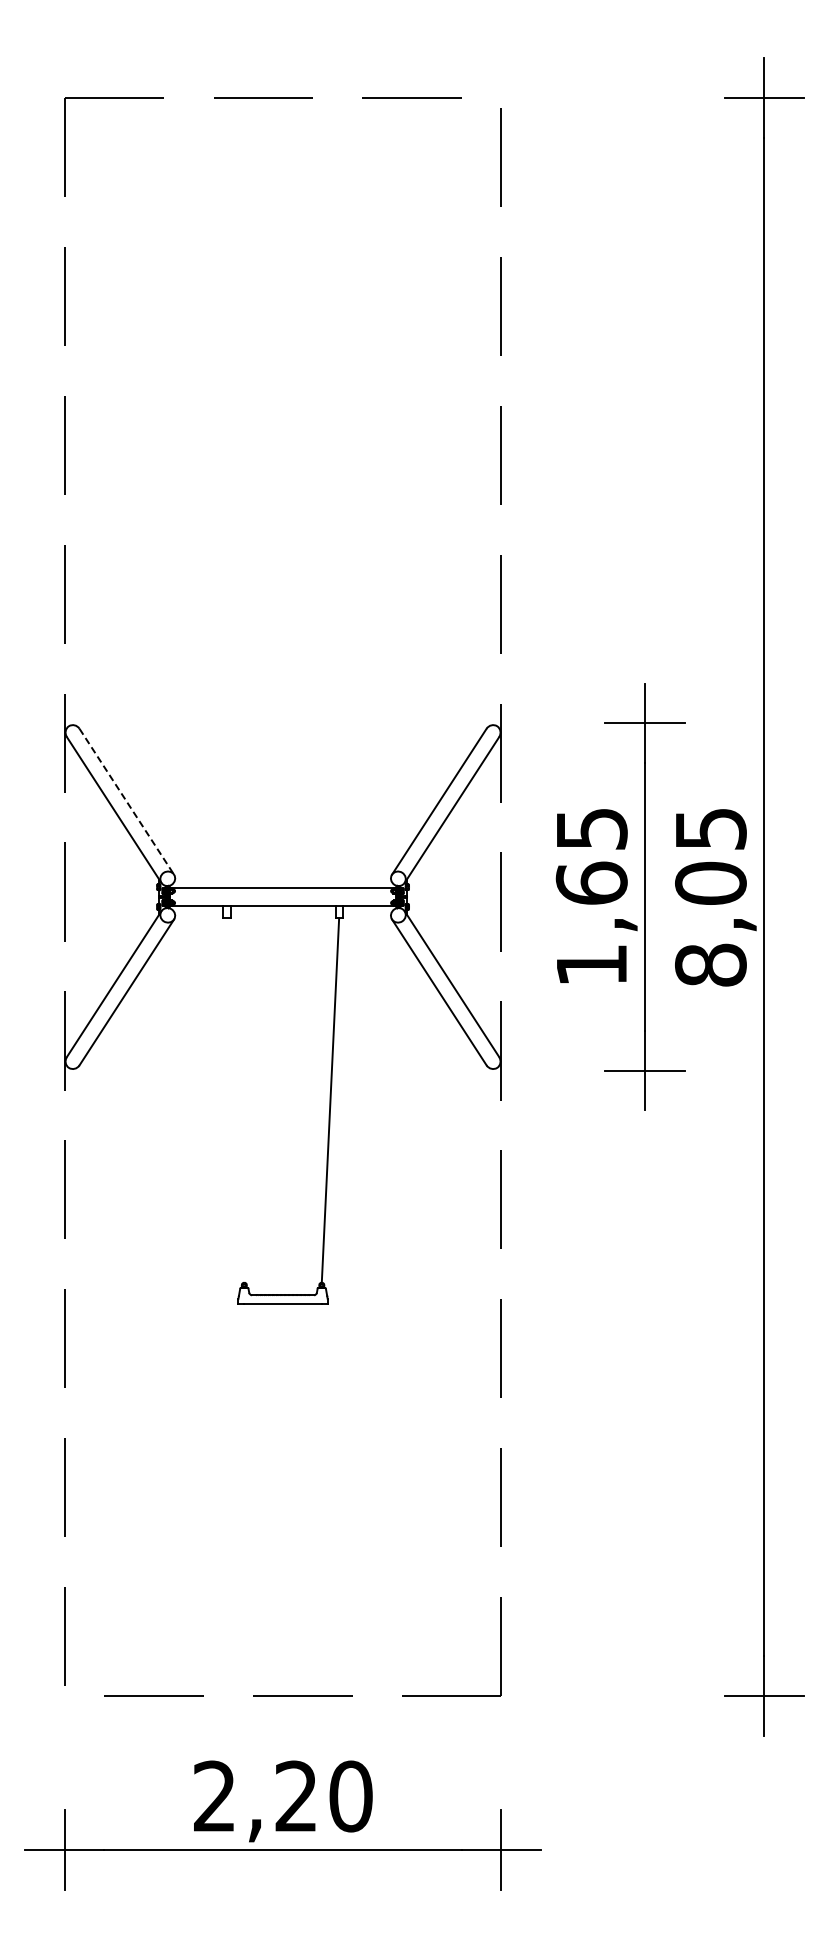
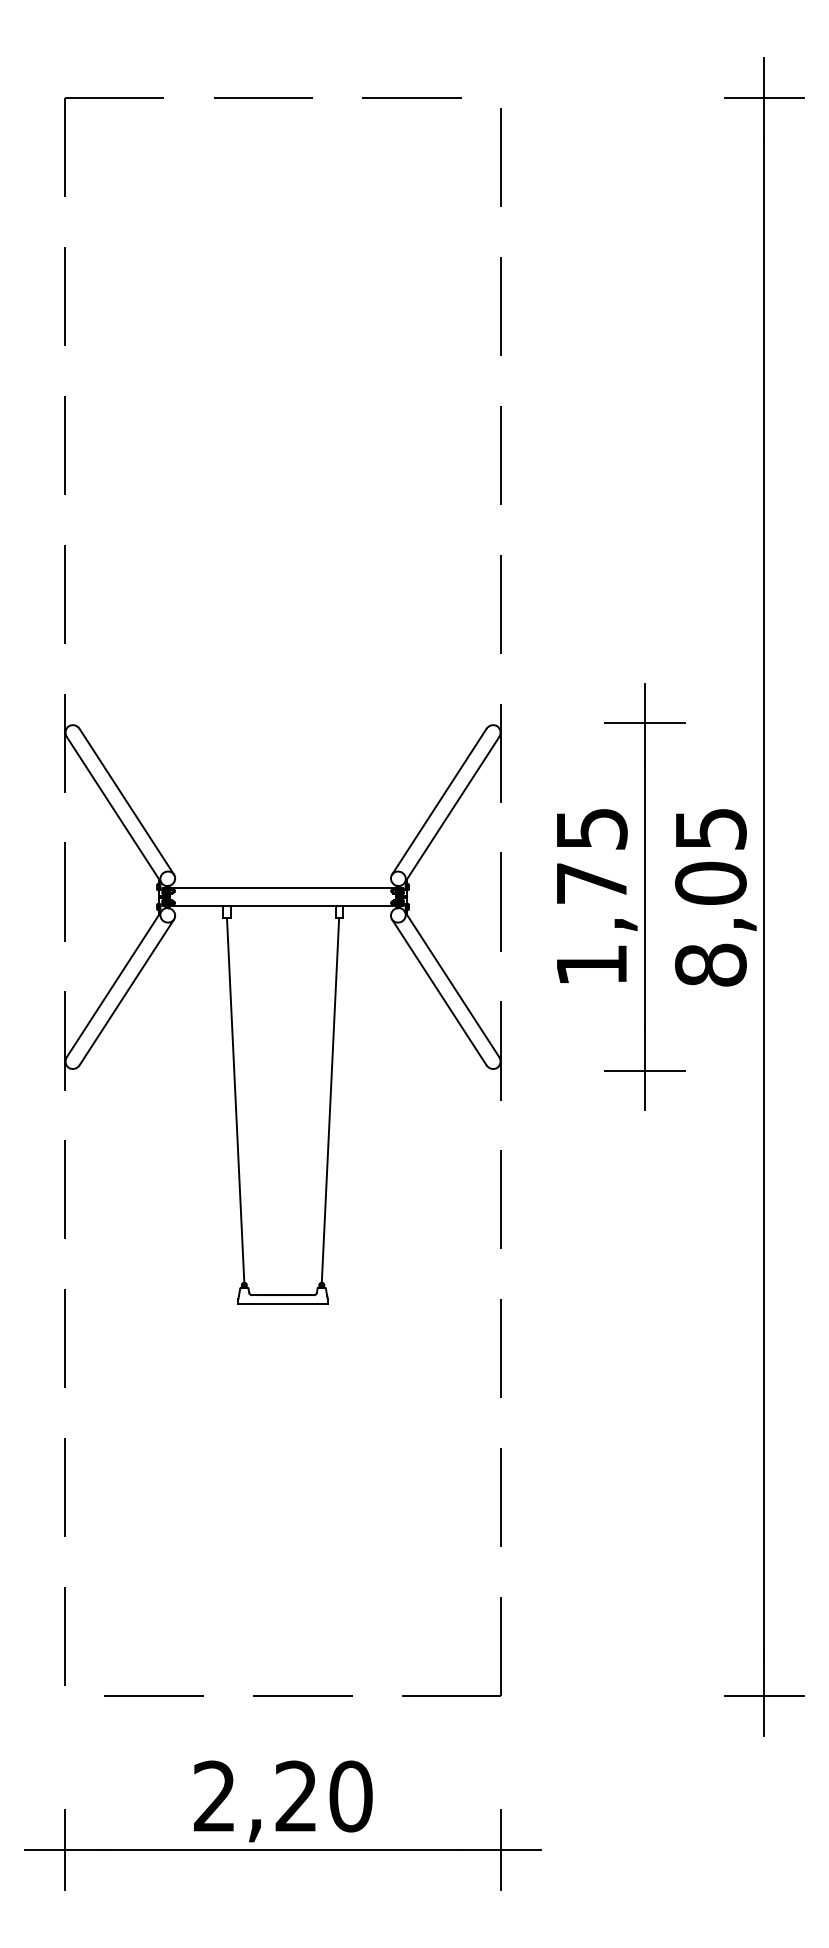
line at (126, 801): dashed -> solid
text at (591, 882): 1,65 -> 1,75
line at (235, 1100): none -> present
